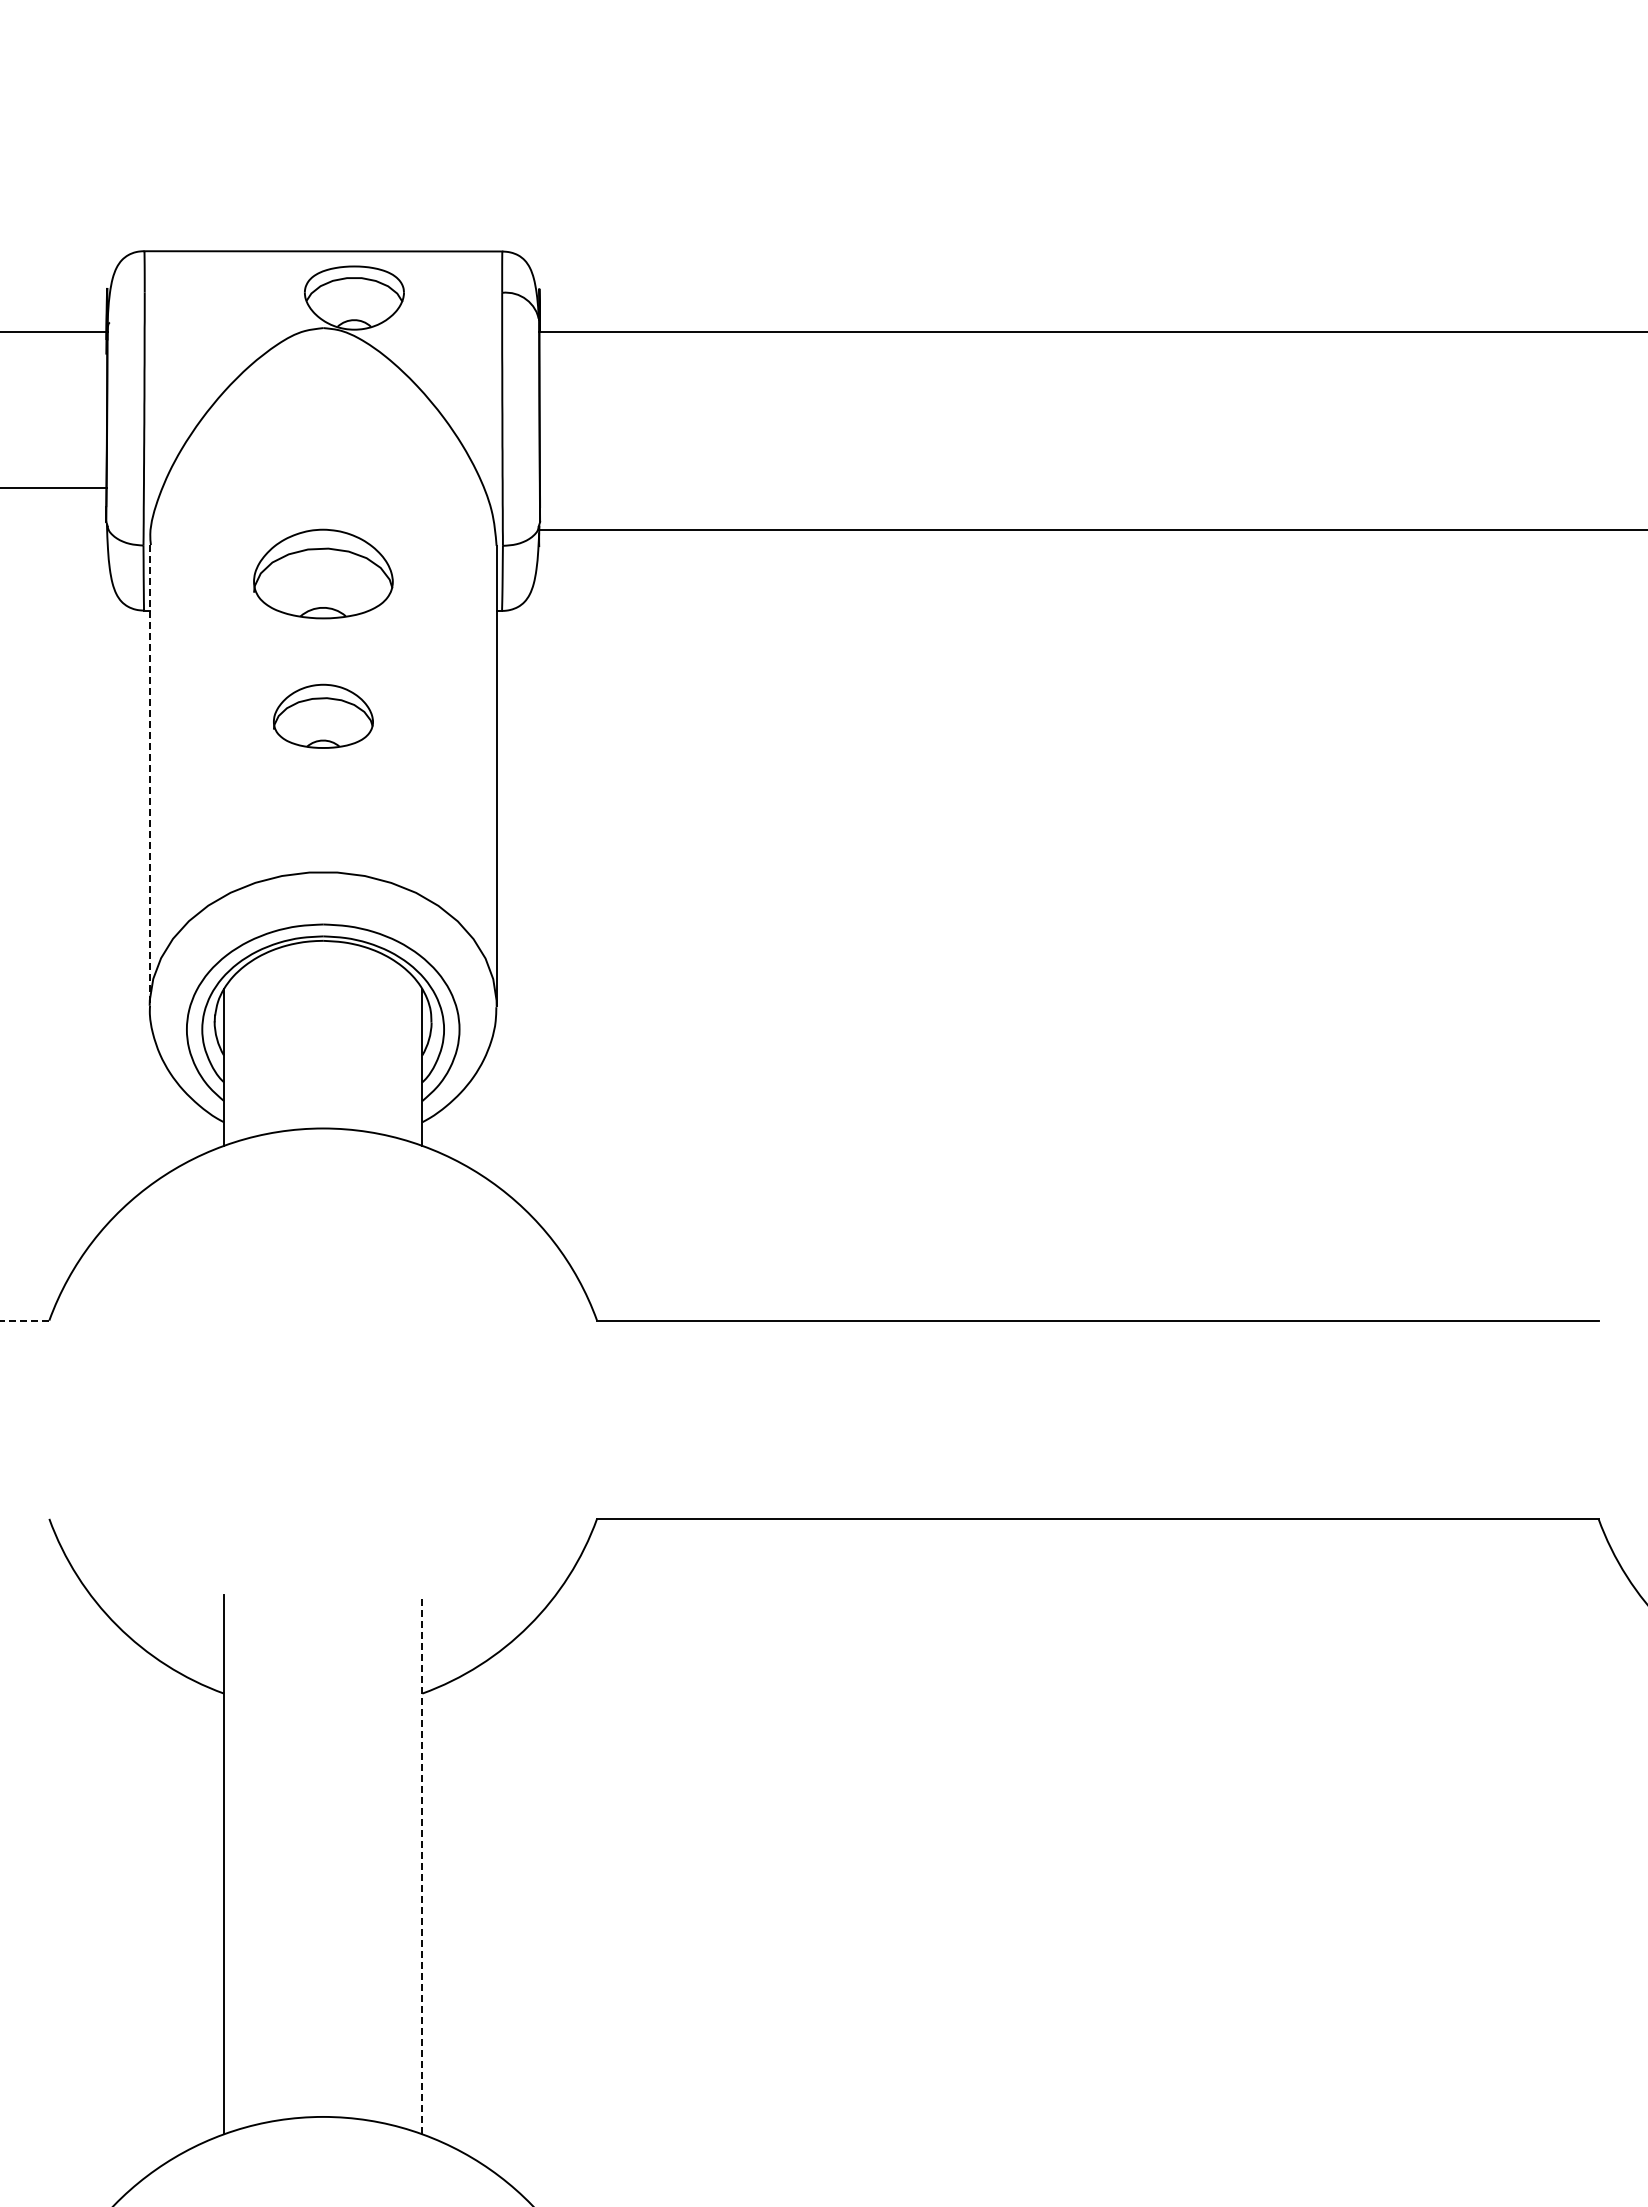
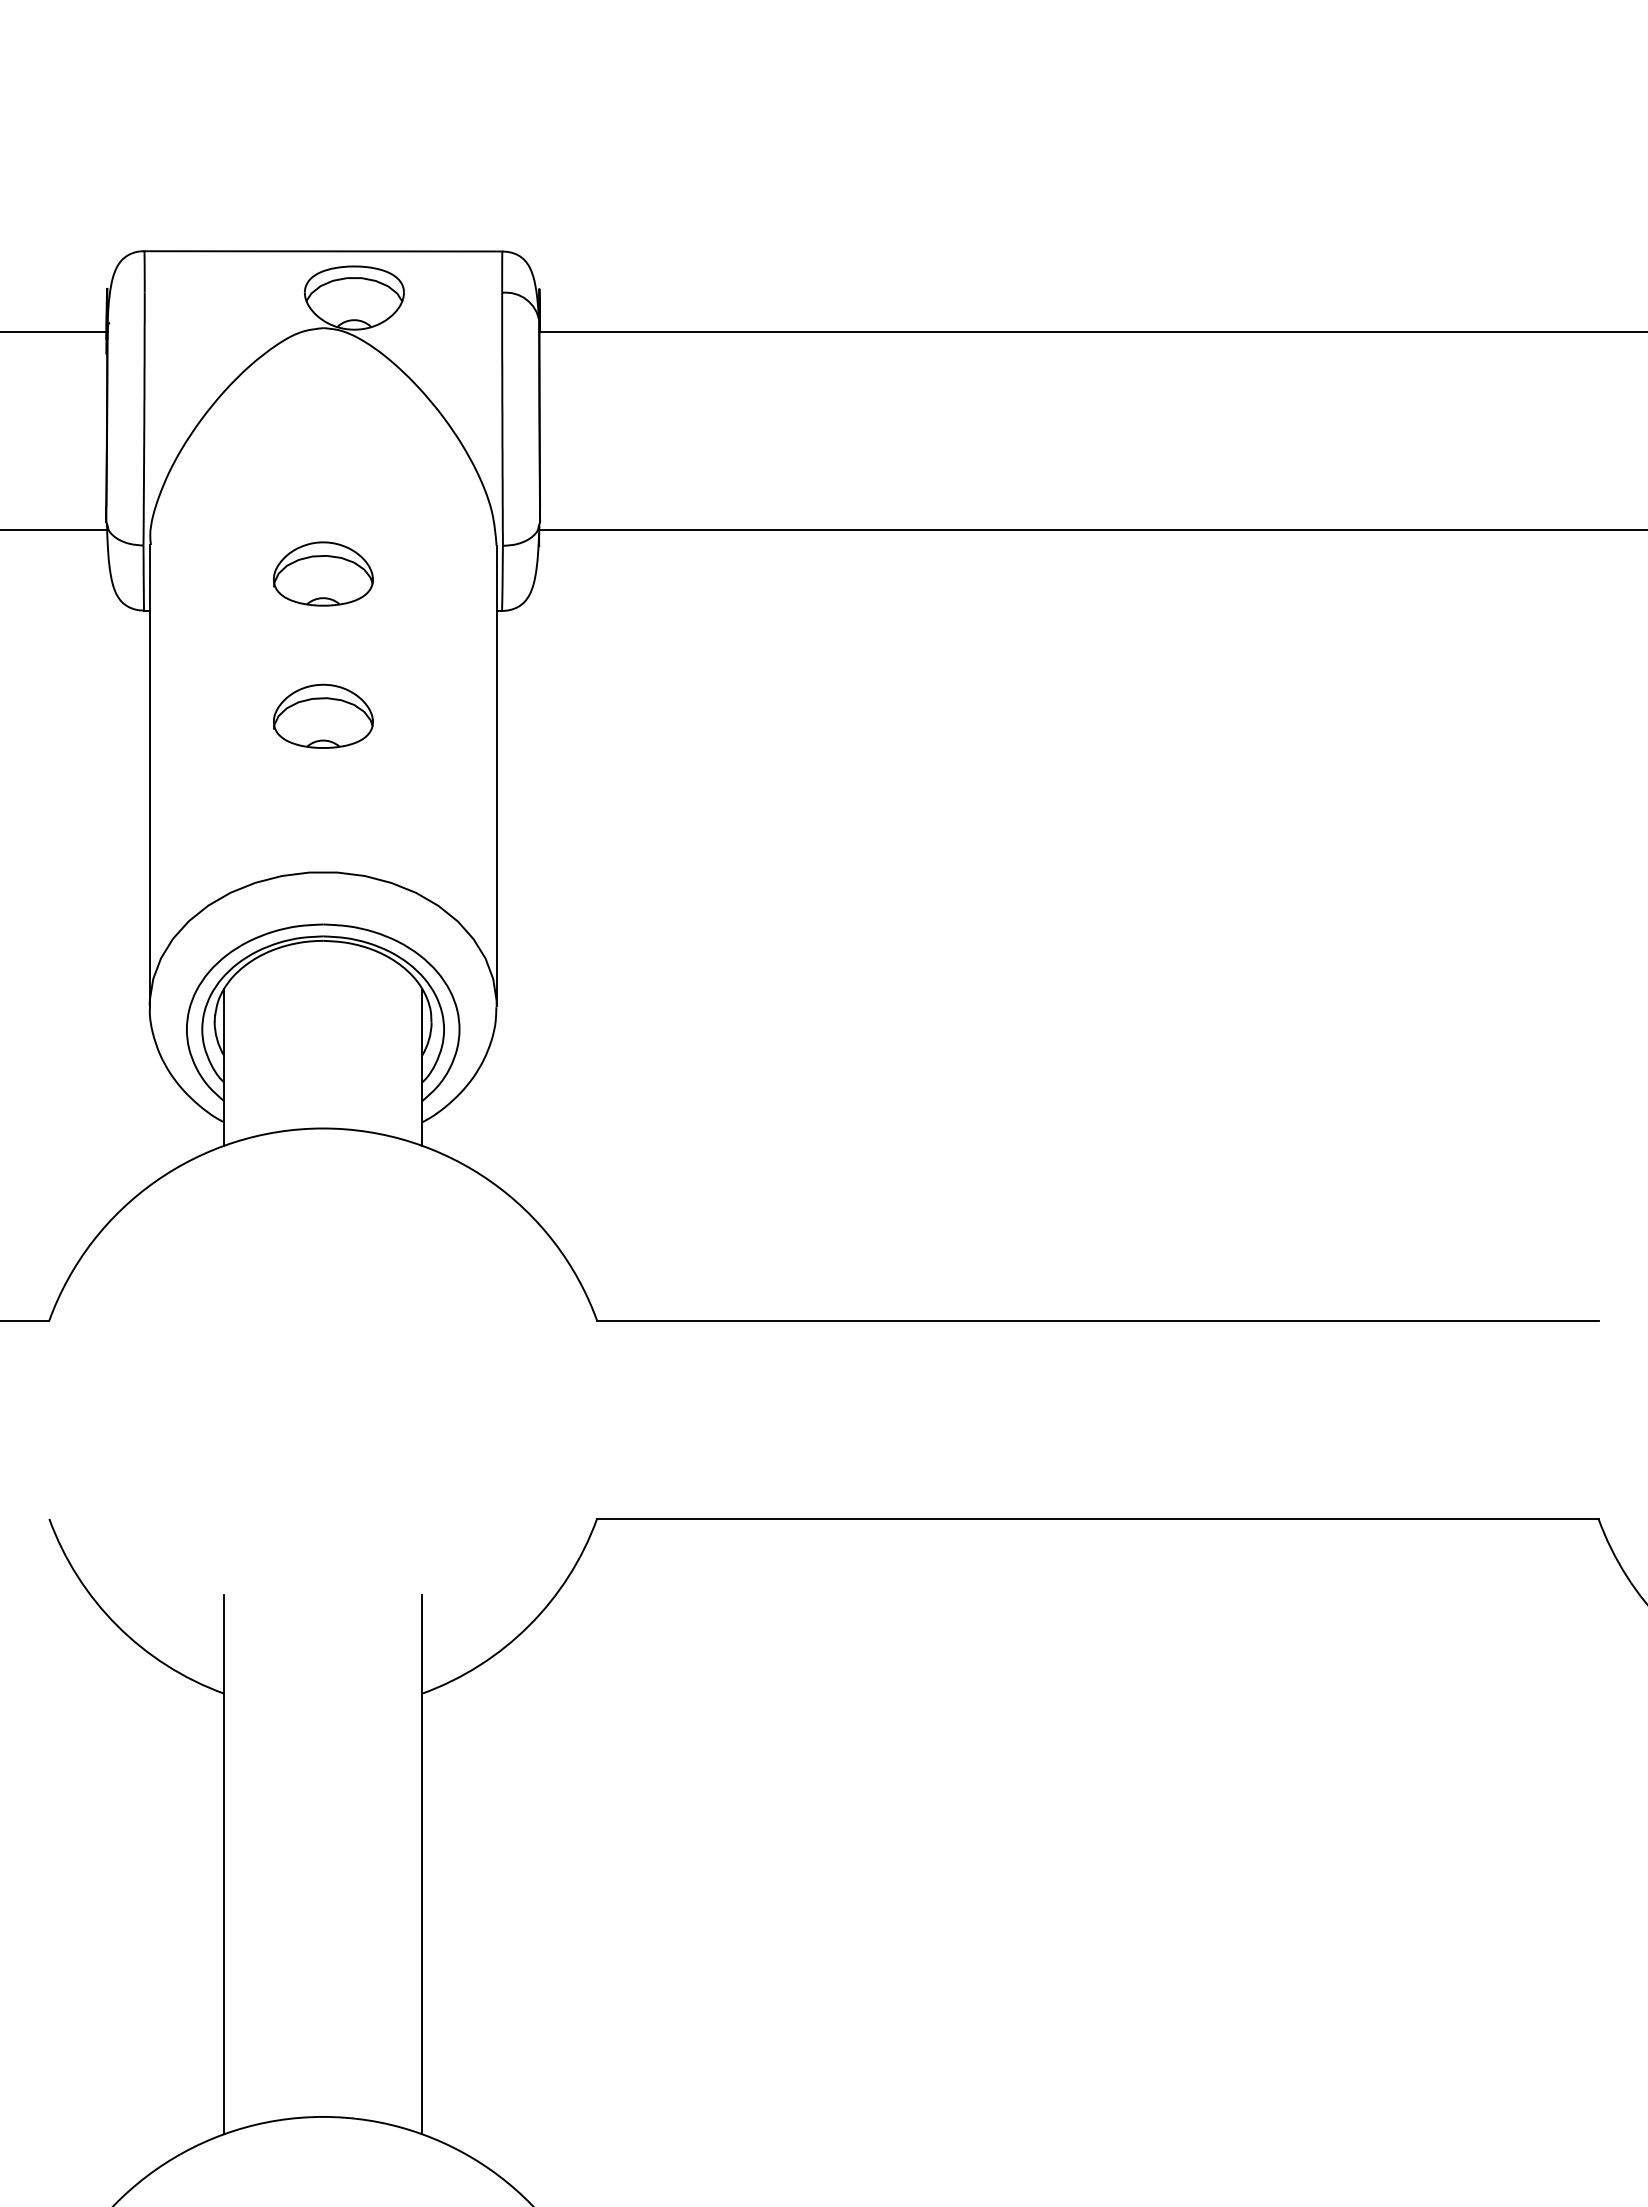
line at (54, 488) position: (54, 488) -> (54, 530)
part at (323, 573) size: 141x92 px -> 101x66 px
line at (149, 775): dashed -> solid
line at (24, 1320): dashed -> solid
line at (422, 1864): dashed -> solid
